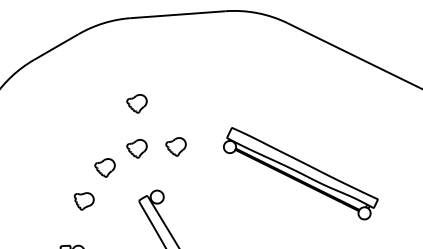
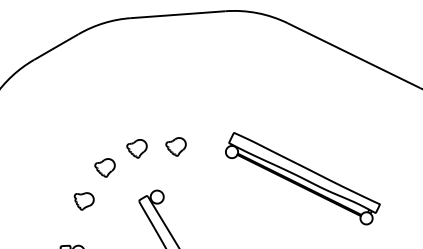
part at (136, 103): present -> none
part at (300, 173) position: (300, 173) -> (302, 178)
